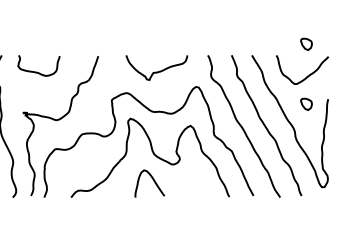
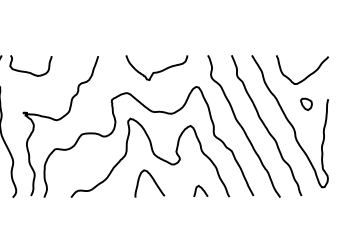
part at (306, 43): present -> none
curve at (37, 71) position: (37, 71) -> (29, 71)
curve at (201, 189): none -> present
